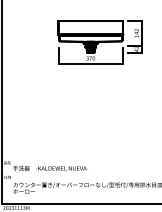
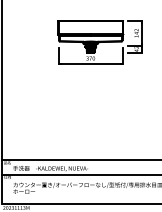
line at (80, 160): none -> present
line at (80, 174): none -> present
